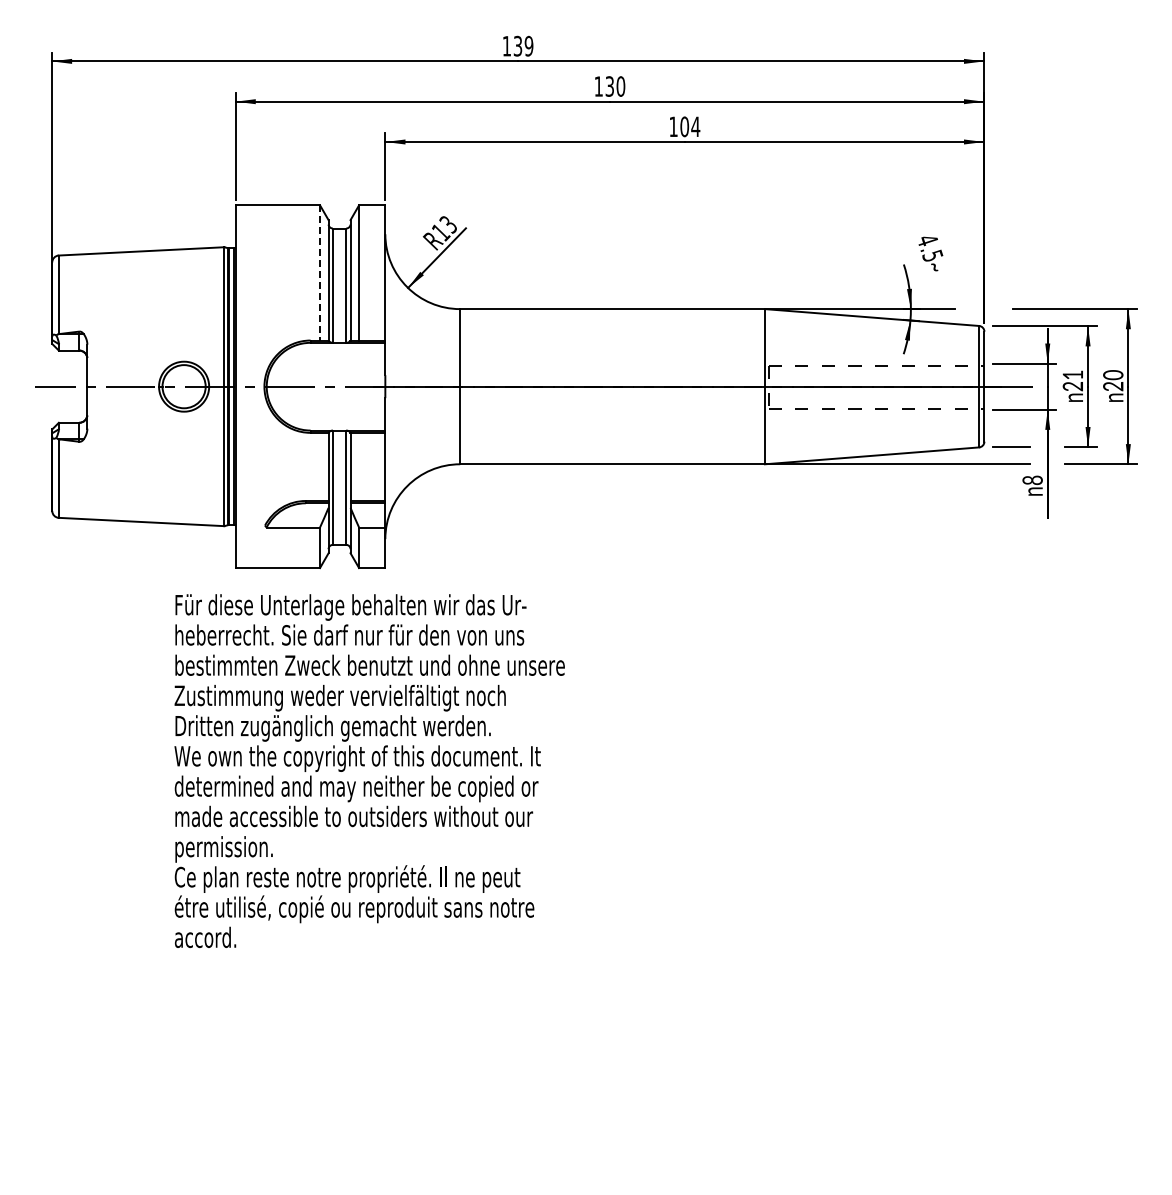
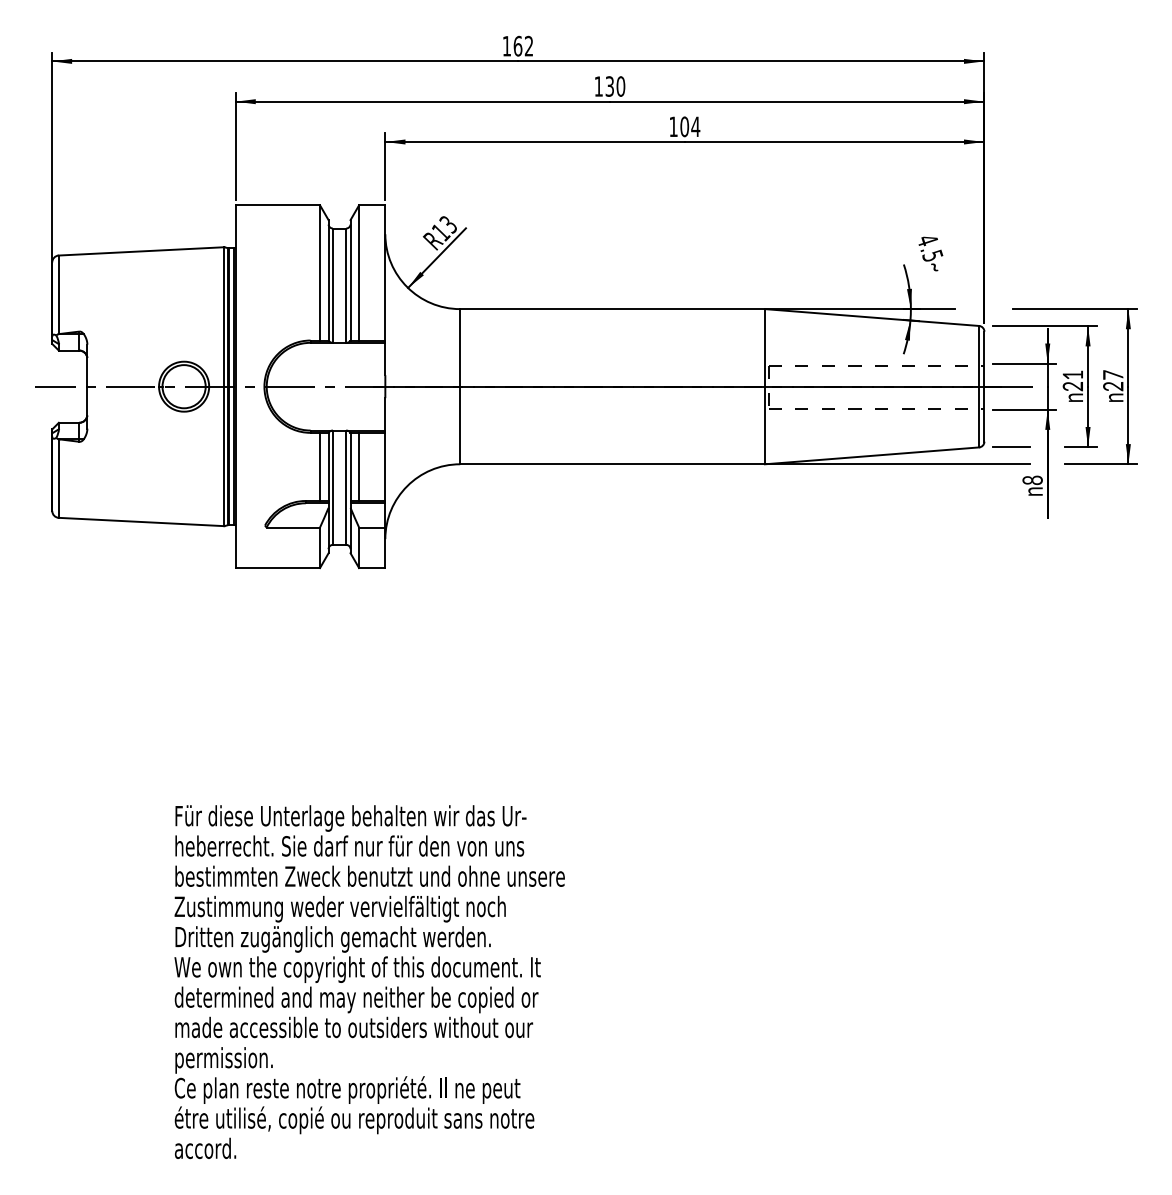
text at (523, 45): 139 -> 162
line at (320, 272): dashed -> solid
text at (1113, 375): 20 -> 27
line at (320, 466): none -> present
line at (359, 466): none -> present
text at (369, 770) position: (369, 770) -> (369, 981)
